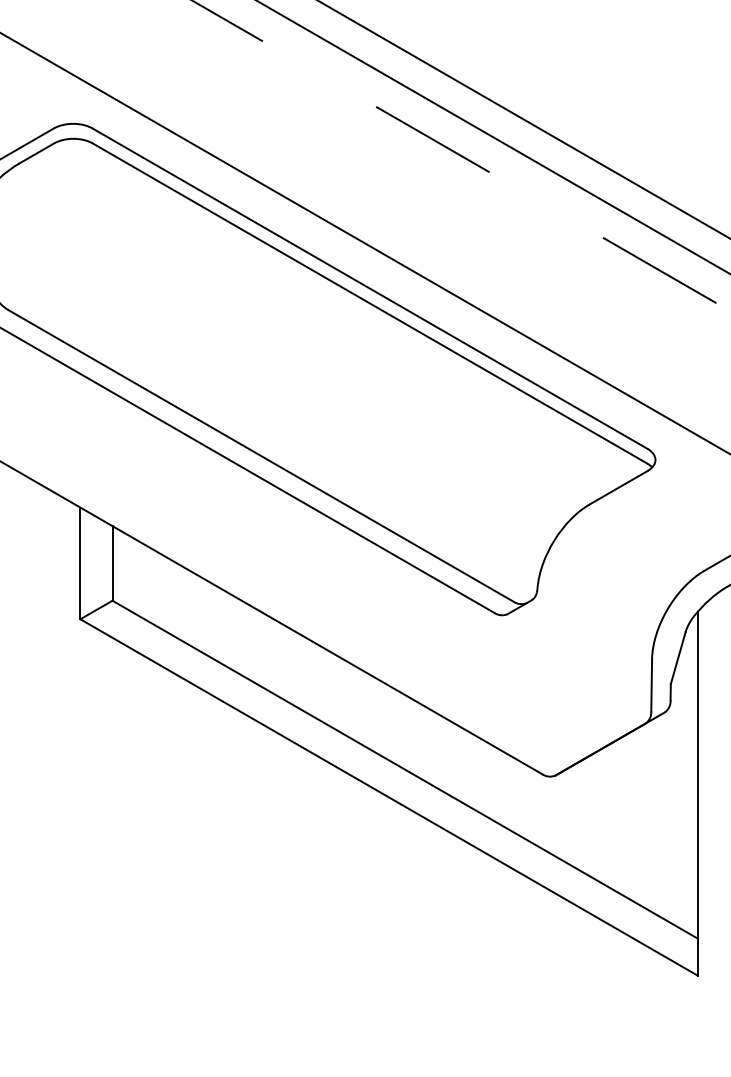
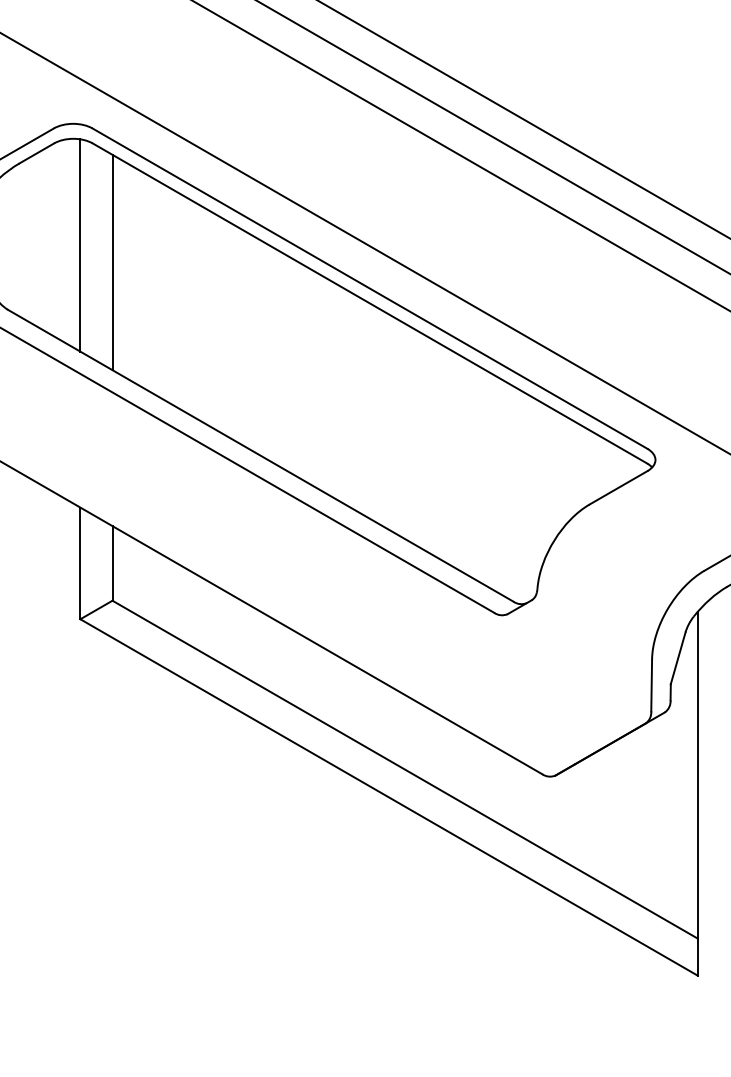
line at (460, 155): dashed -> solid
line at (80, 245): none -> present
line at (112, 262): none -> present
